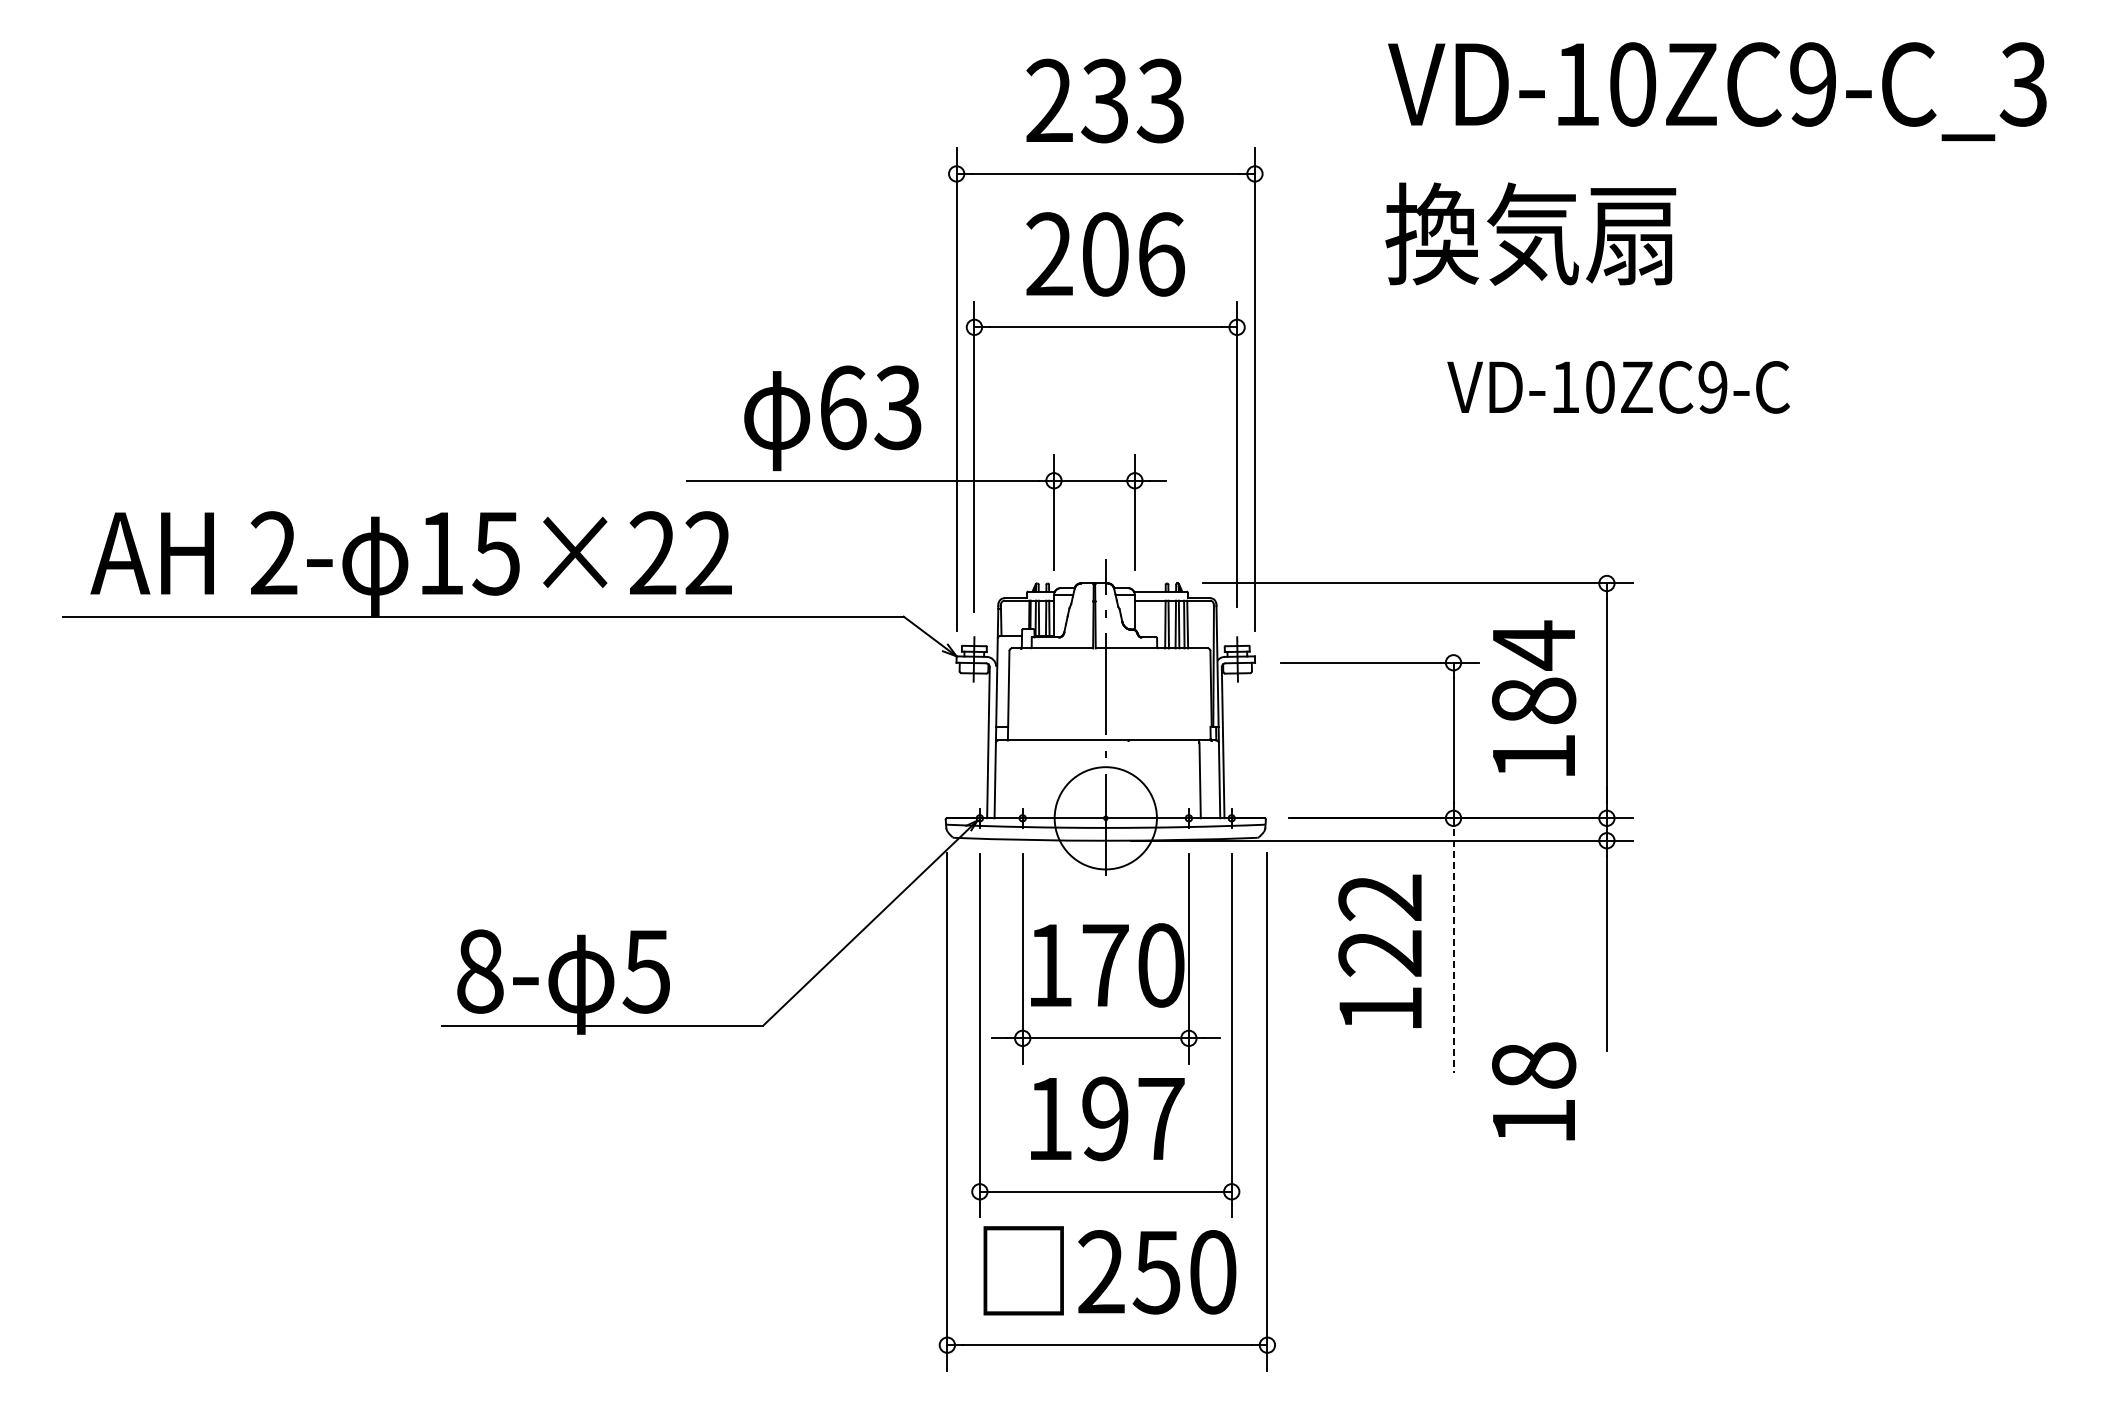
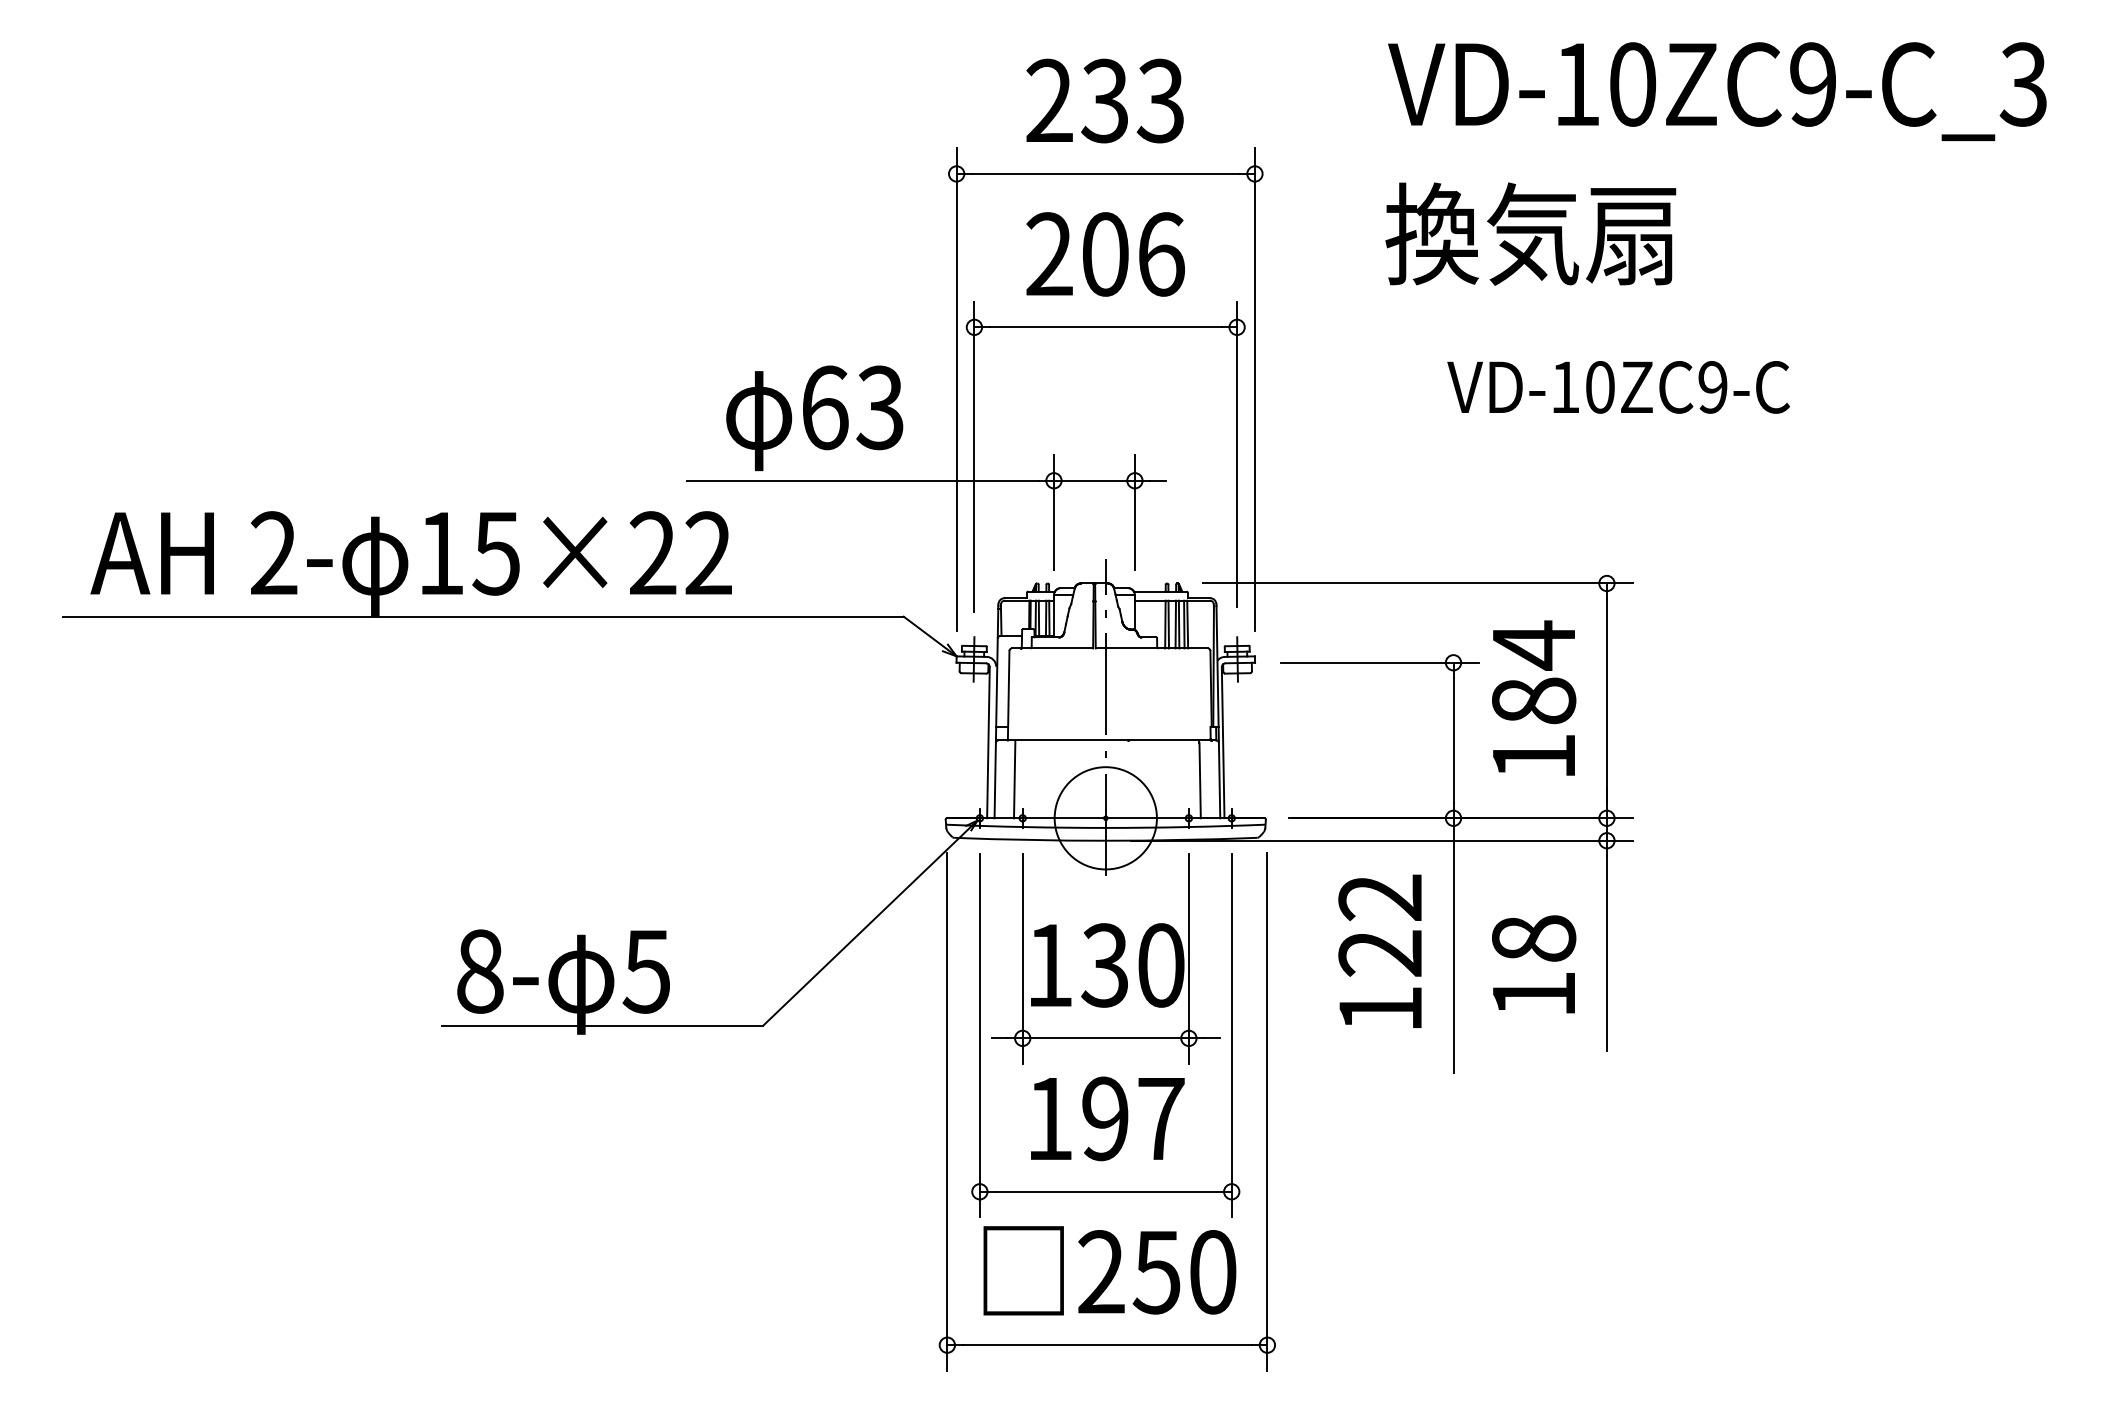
text at (832, 418) position: (832, 418) -> (814, 418)
line at (1014, 779): none -> present
line at (1453, 946): dashed -> solid
text at (1104, 965): 170 -> 130
text at (1534, 1091) position: (1534, 1091) -> (1534, 964)
